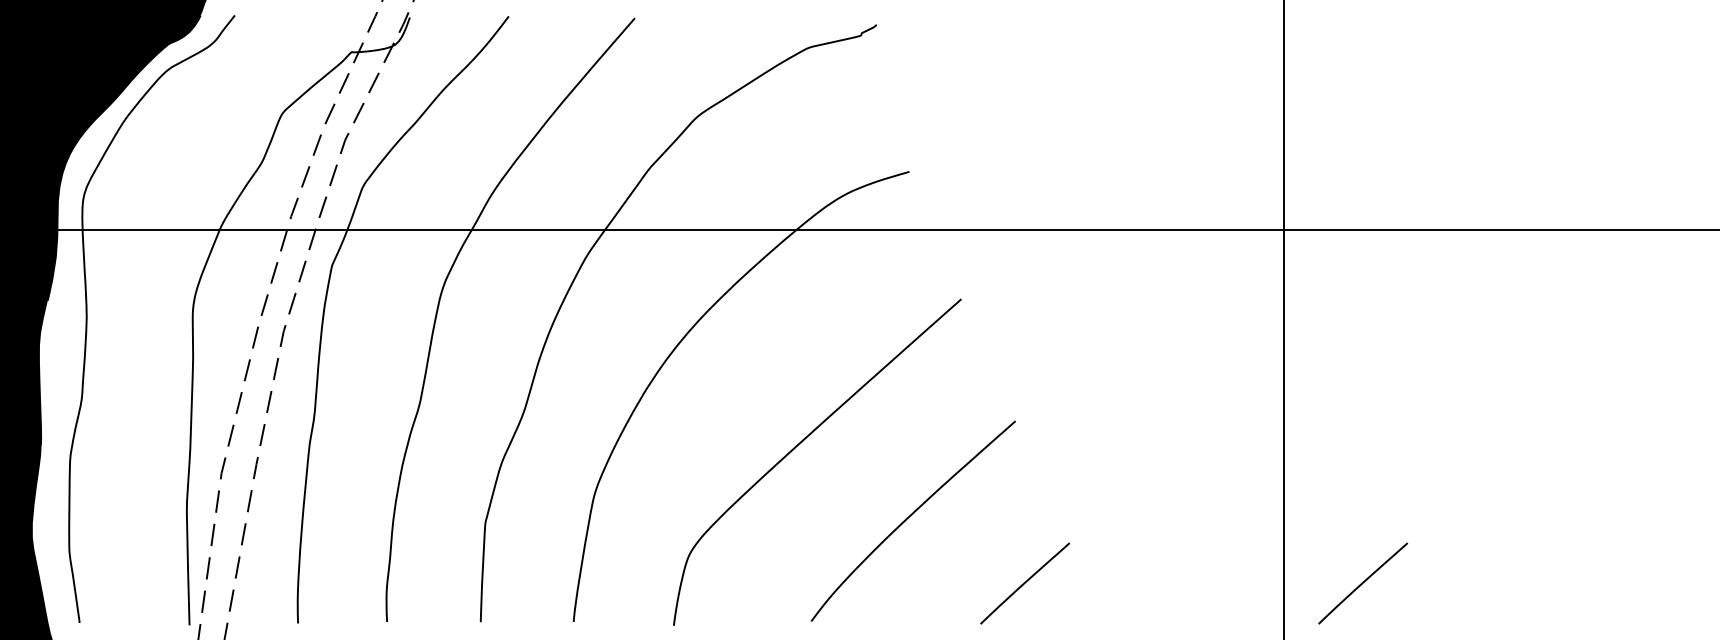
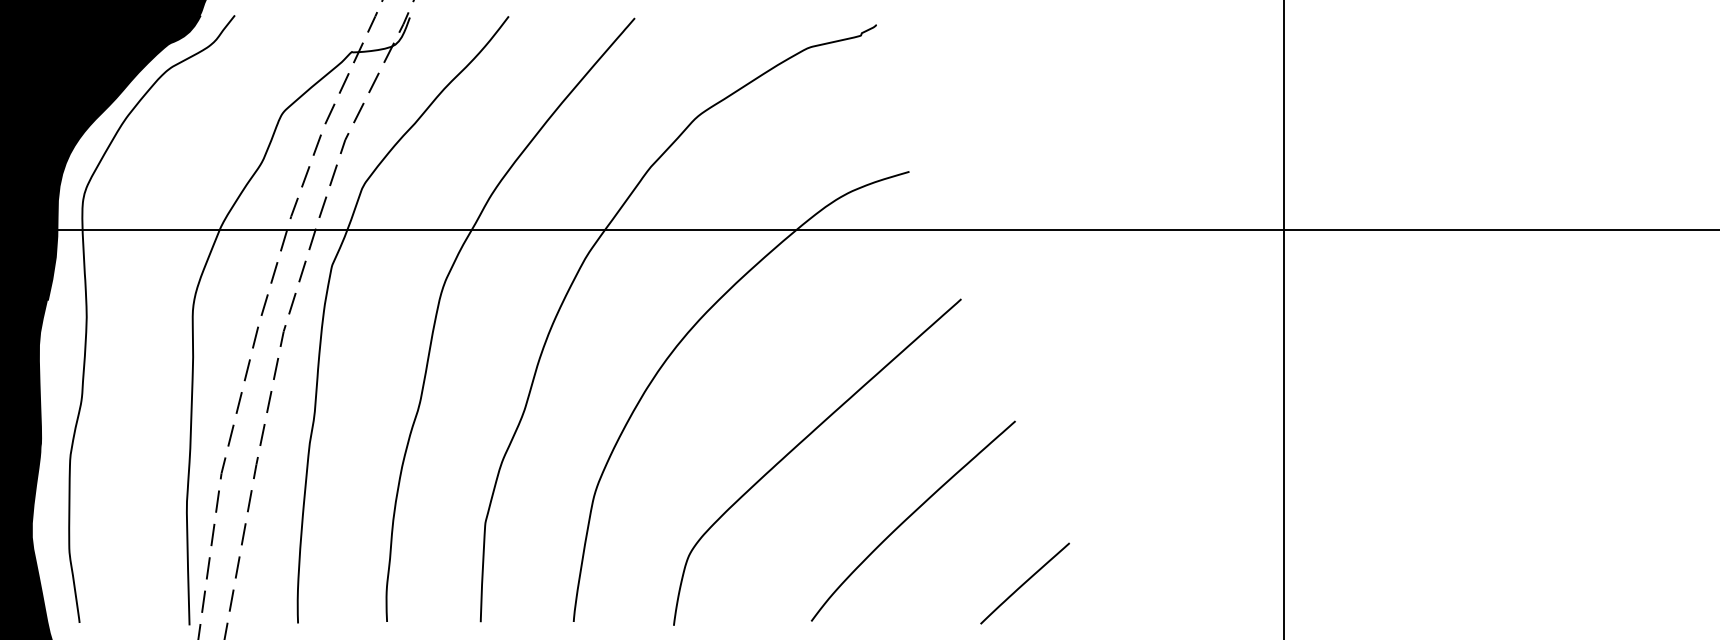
line at (1362, 583): present -> none
